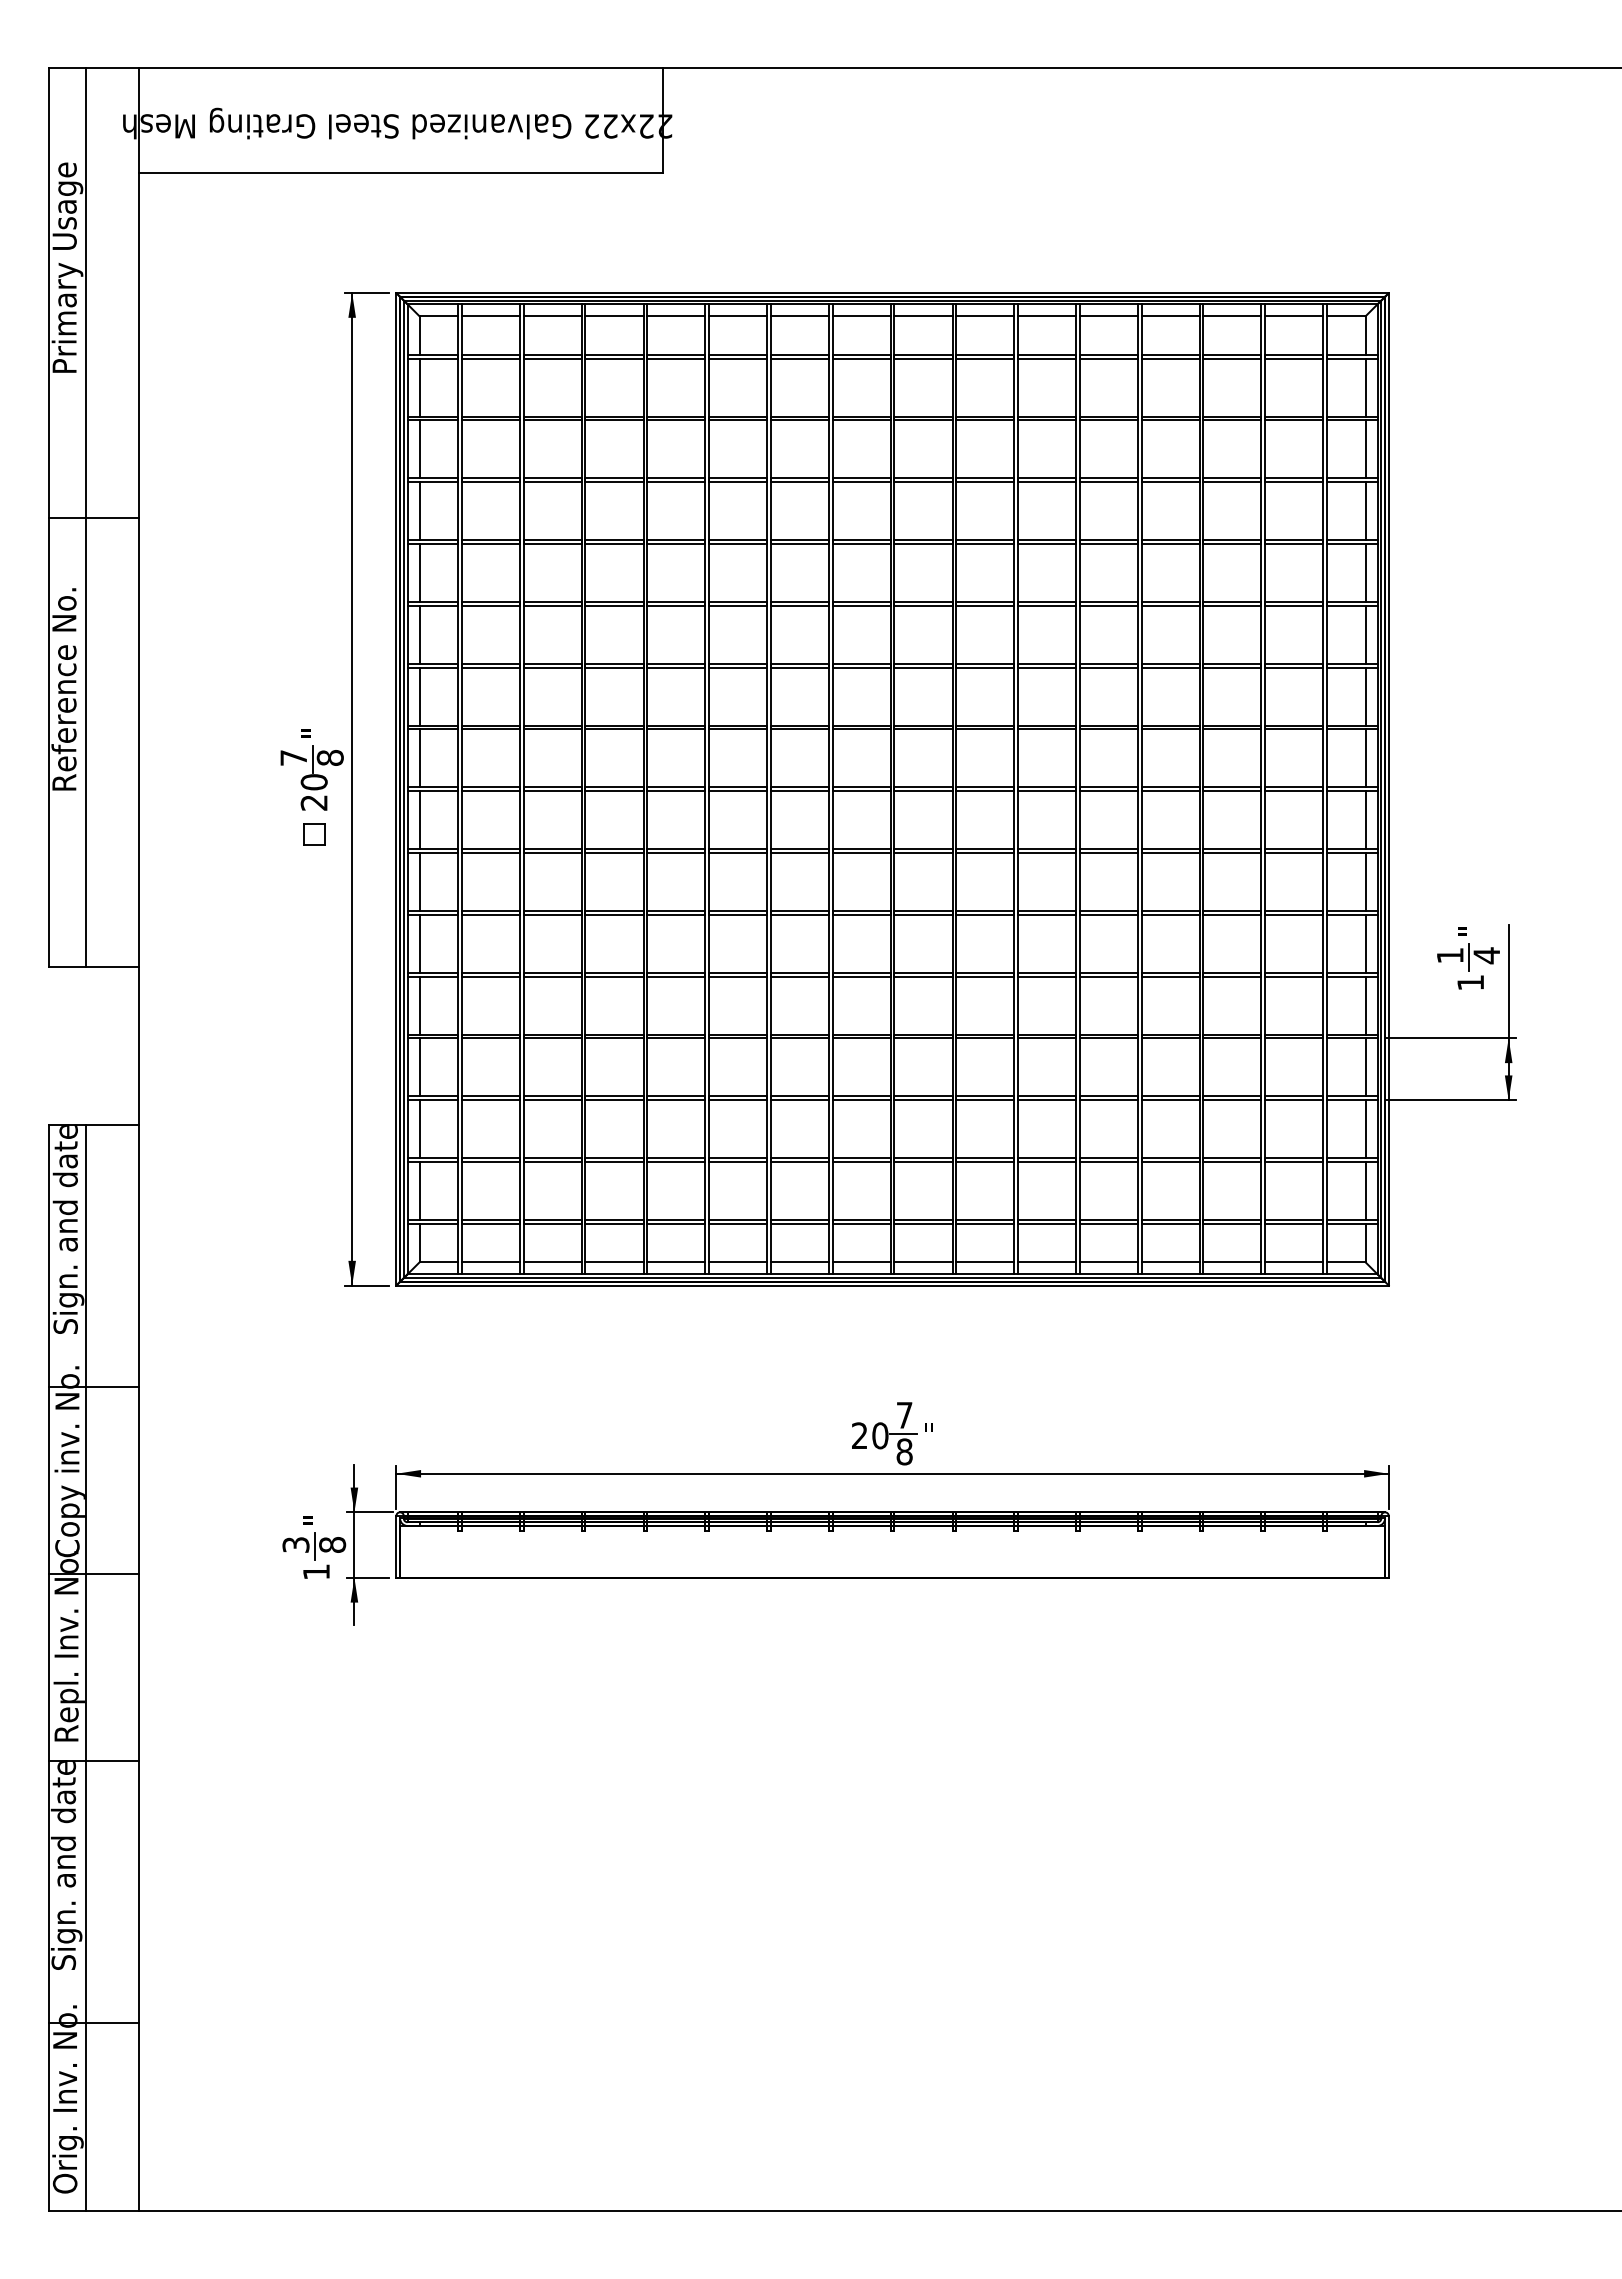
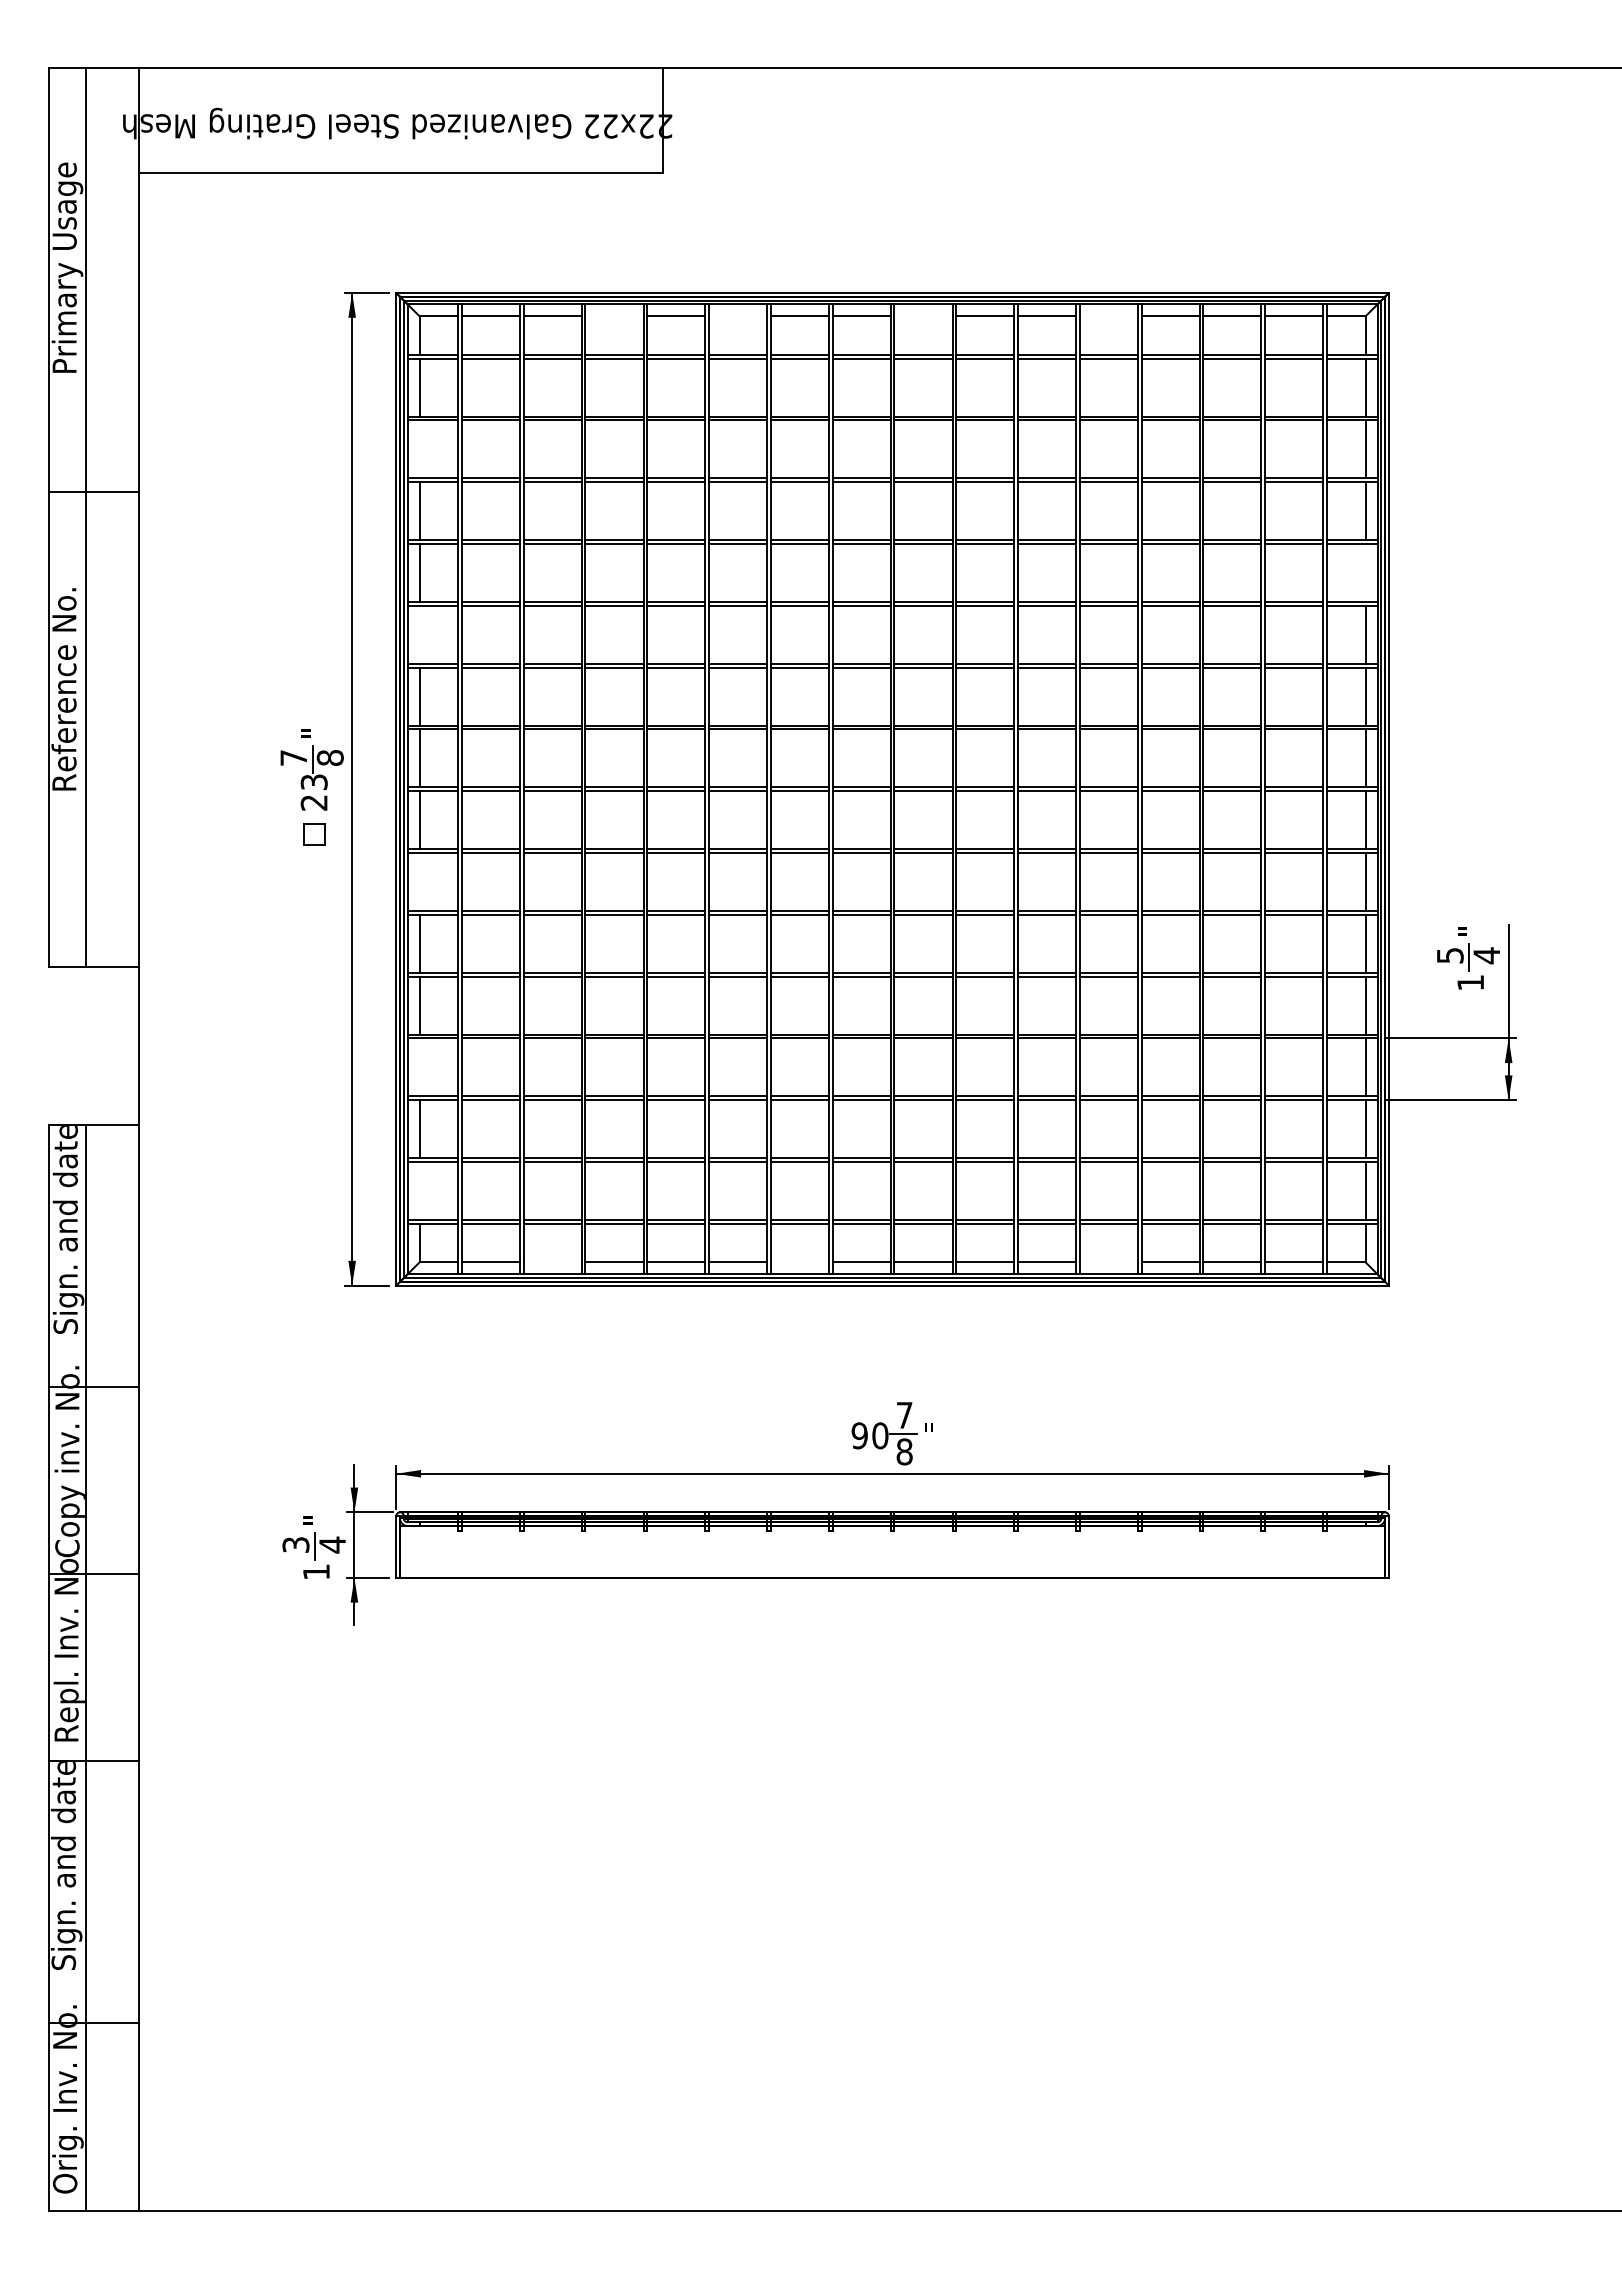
line at (614, 316): present -> none
line at (738, 316): present -> none
line at (923, 316): present -> none
line at (1108, 316): present -> none
line at (419, 449): present -> none
line at (93, 517) position: (93, 517) -> (93, 491)
line at (1365, 573): present -> none
line at (419, 634): present -> none
text at (313, 782): 20 -> 23
line at (419, 882): present -> none
text at (1450, 955): 1 -> 5
line at (419, 1067): present -> none
line at (419, 1190): present -> none
line at (552, 1262): present -> none
line at (799, 1262): present -> none
line at (1108, 1262): present -> none
text at (859, 1435): 20 -> 90
text at (332, 1544): 8 -> 4
